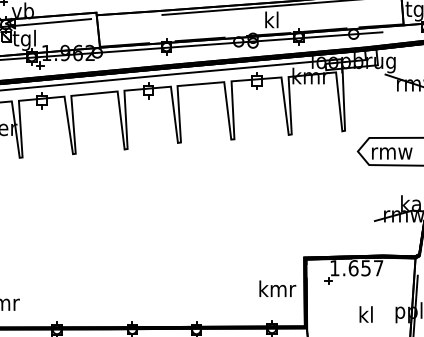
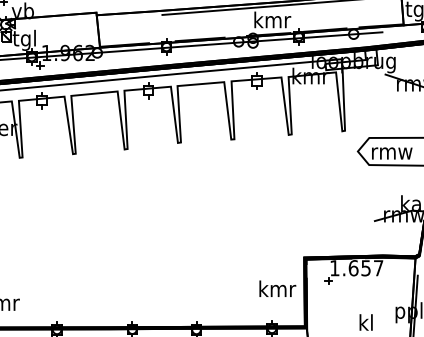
text at (272, 19): kl -> kmr
line at (46, 23): present -> none
text at (365, 314) position: (365, 314) -> (365, 322)
